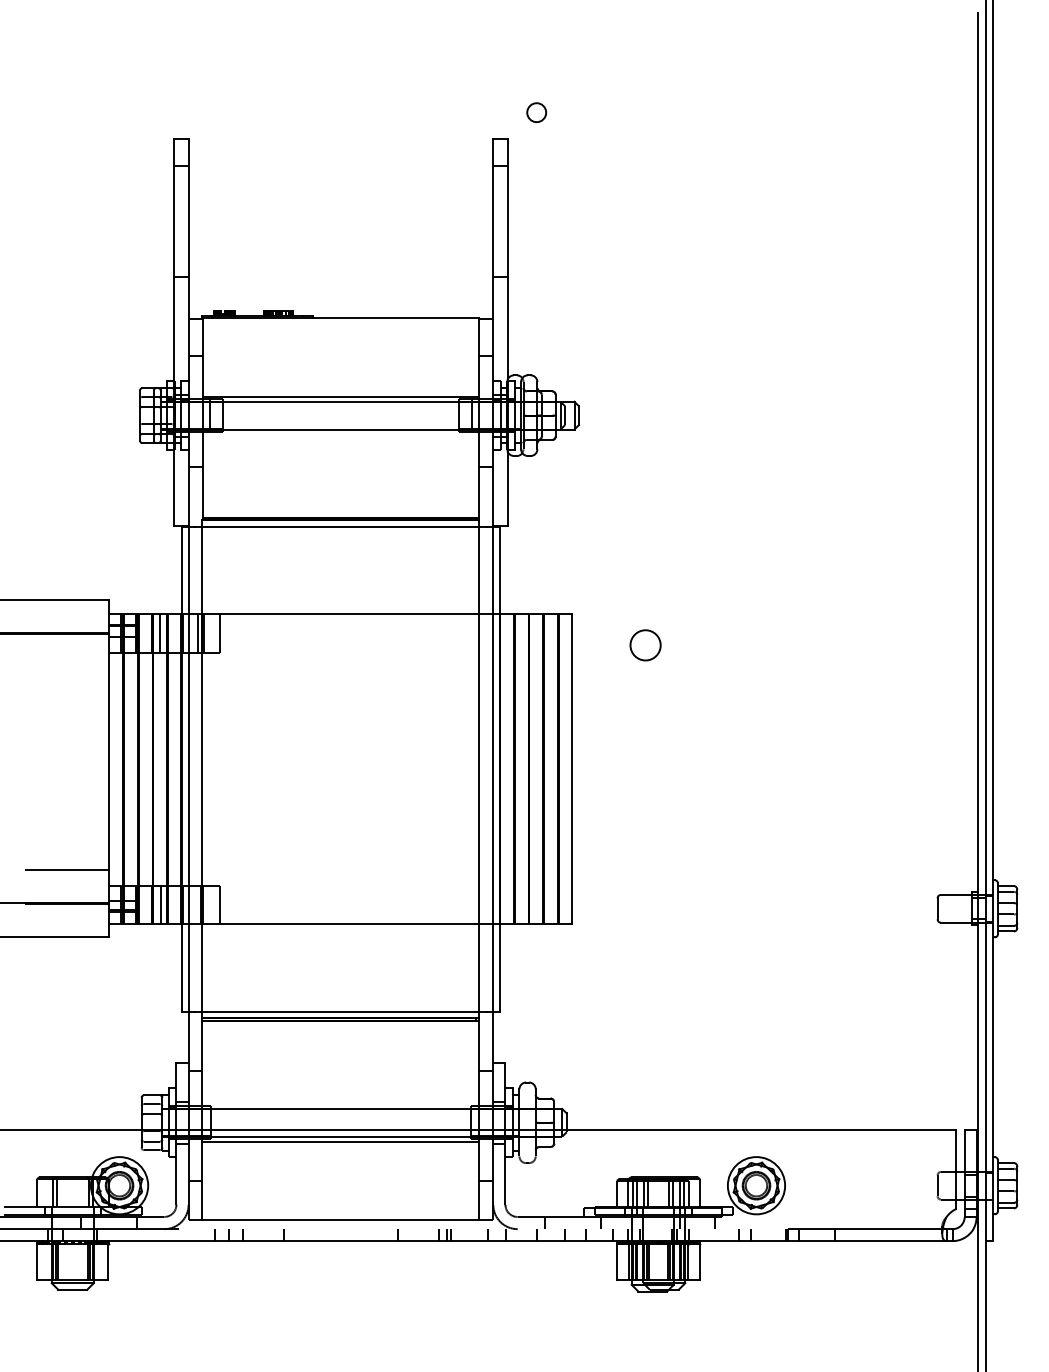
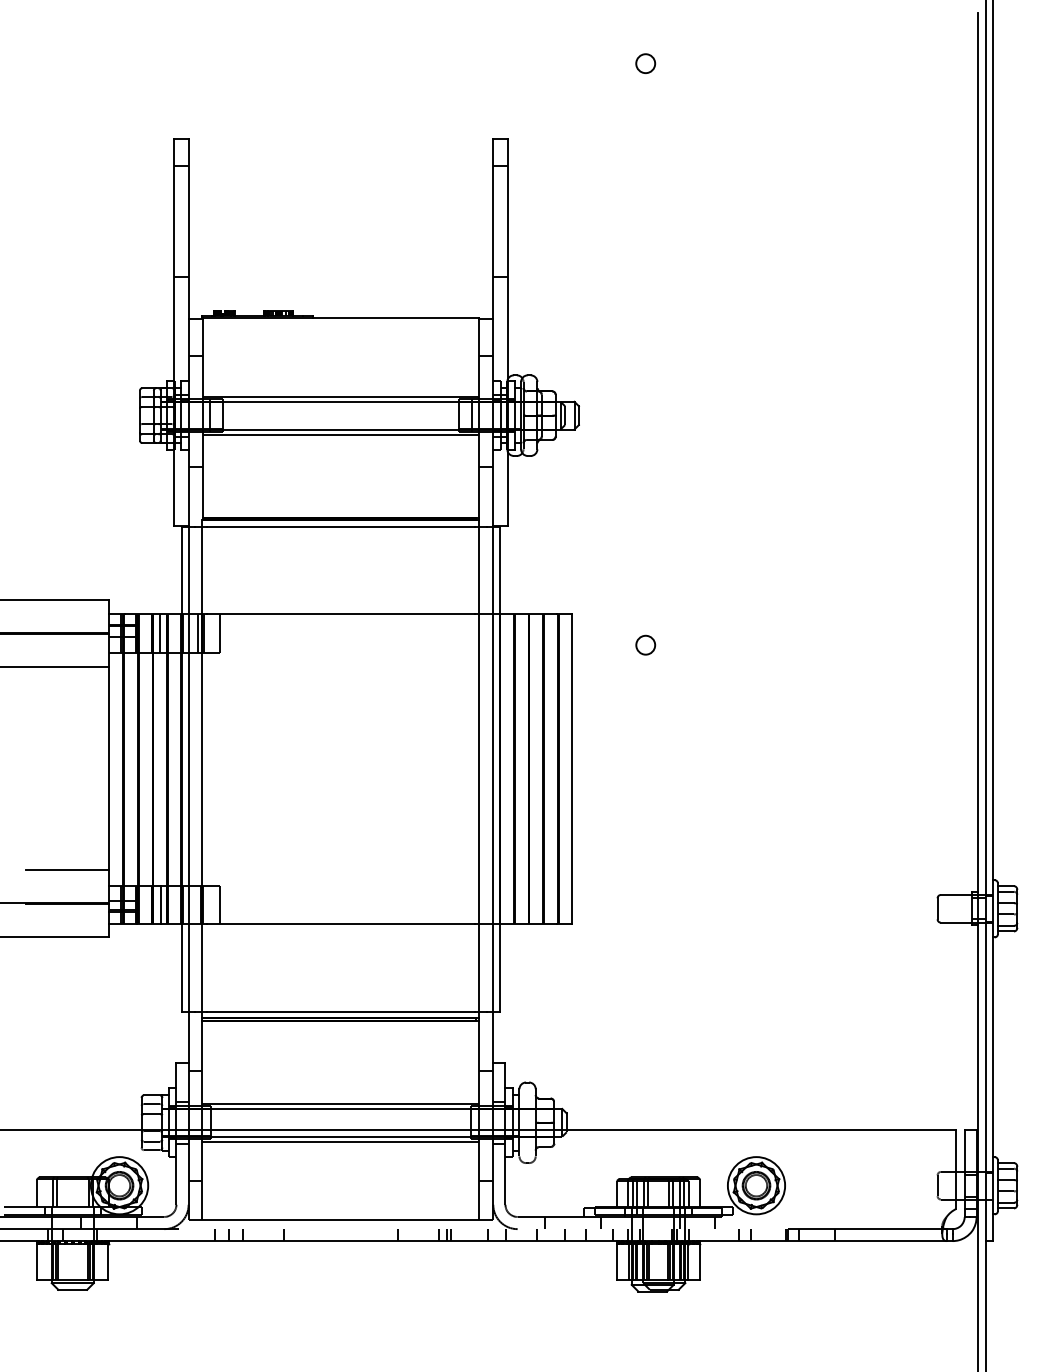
circle at (536, 112) position: (536, 112) -> (645, 63)
line at (340, 434): none -> present
circle at (645, 645) size: 33x33 px -> 22x22 px
line at (55, 667): none -> present
line at (340, 1103): none -> present
